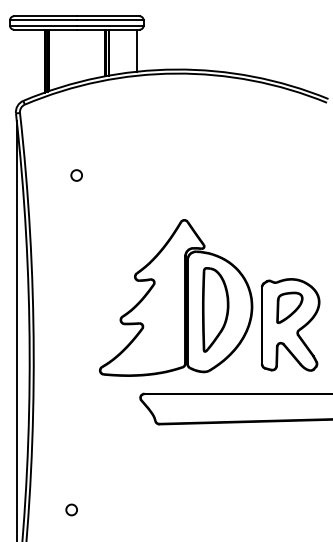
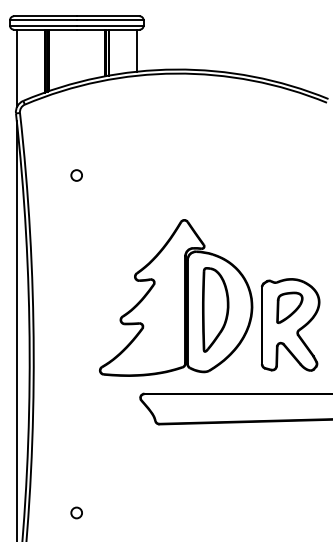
line at (16, 68): none -> present
circle at (71, 509) position: (71, 509) -> (76, 512)
